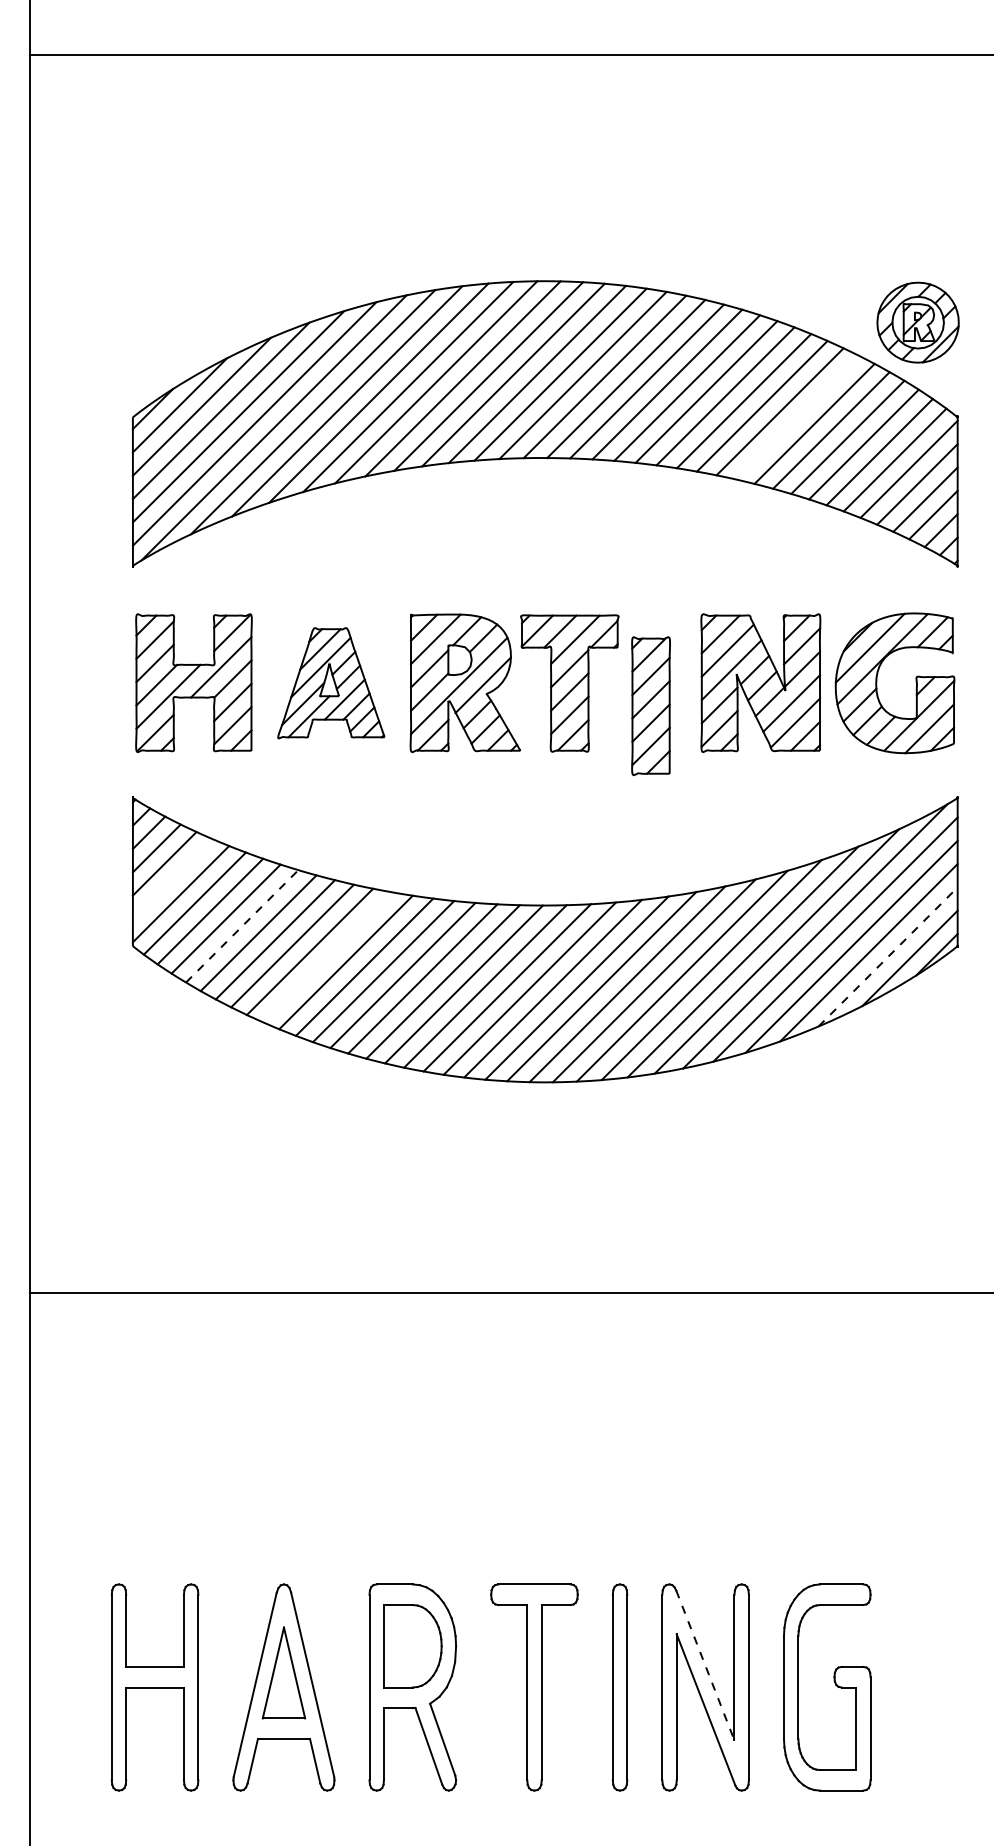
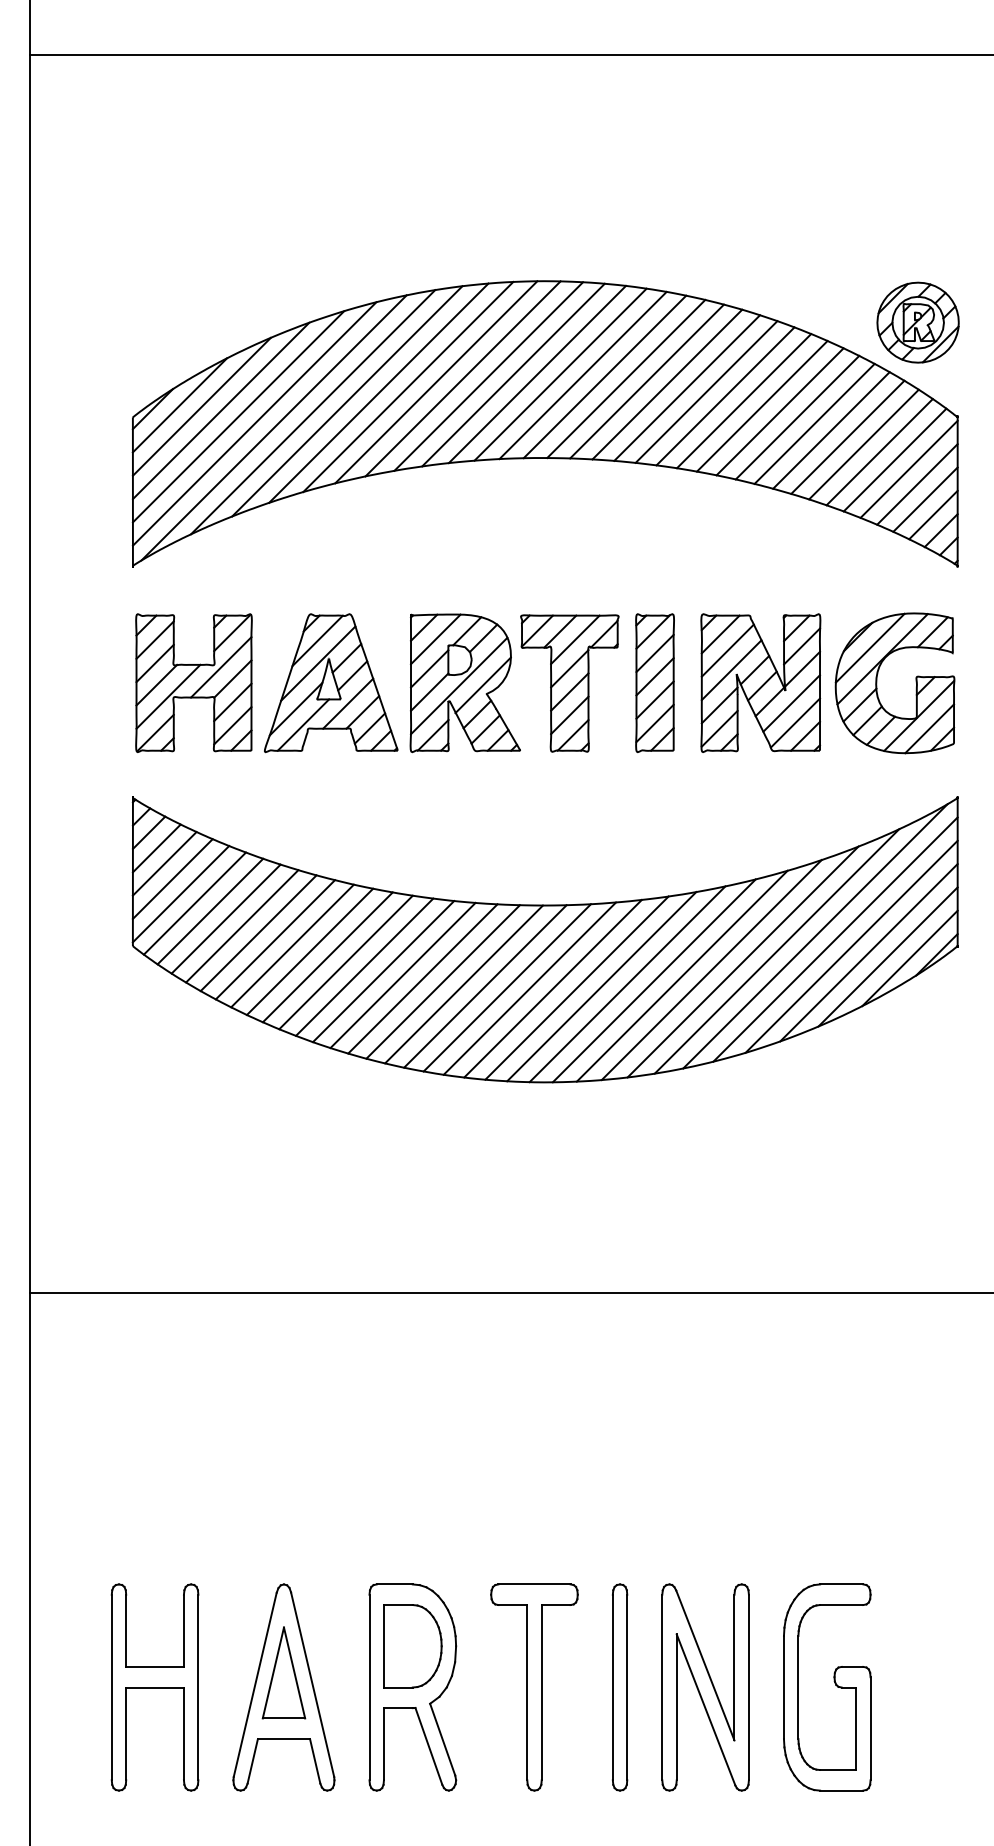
line at (797, 417): none -> present
part at (331, 683) size: 109x113 px -> 135x141 px
part at (650, 706) position: (650, 706) -> (654, 683)
line at (172, 878): none -> present
line at (242, 925): dashed -> solid
line at (888, 956): dashed -> solid
line at (327, 957): none -> present
line at (705, 1665): dashed -> solid
